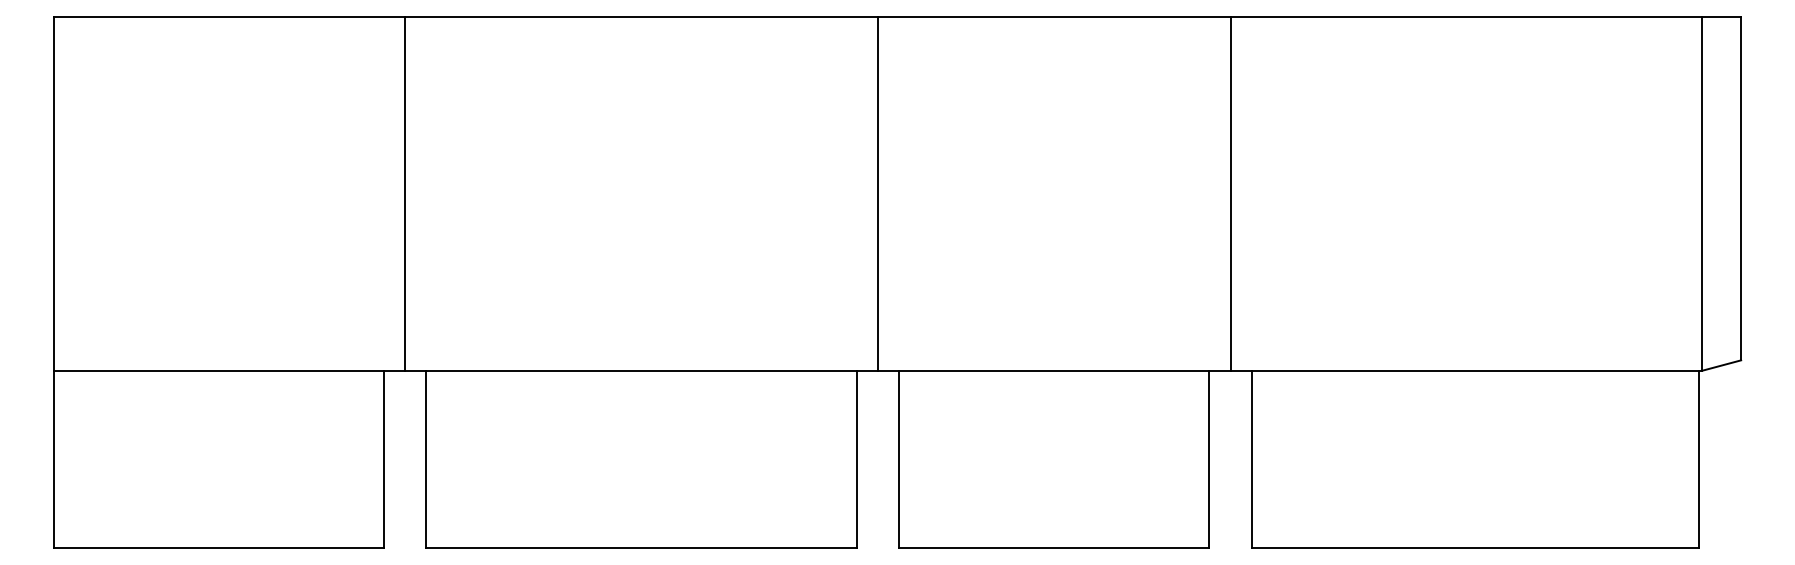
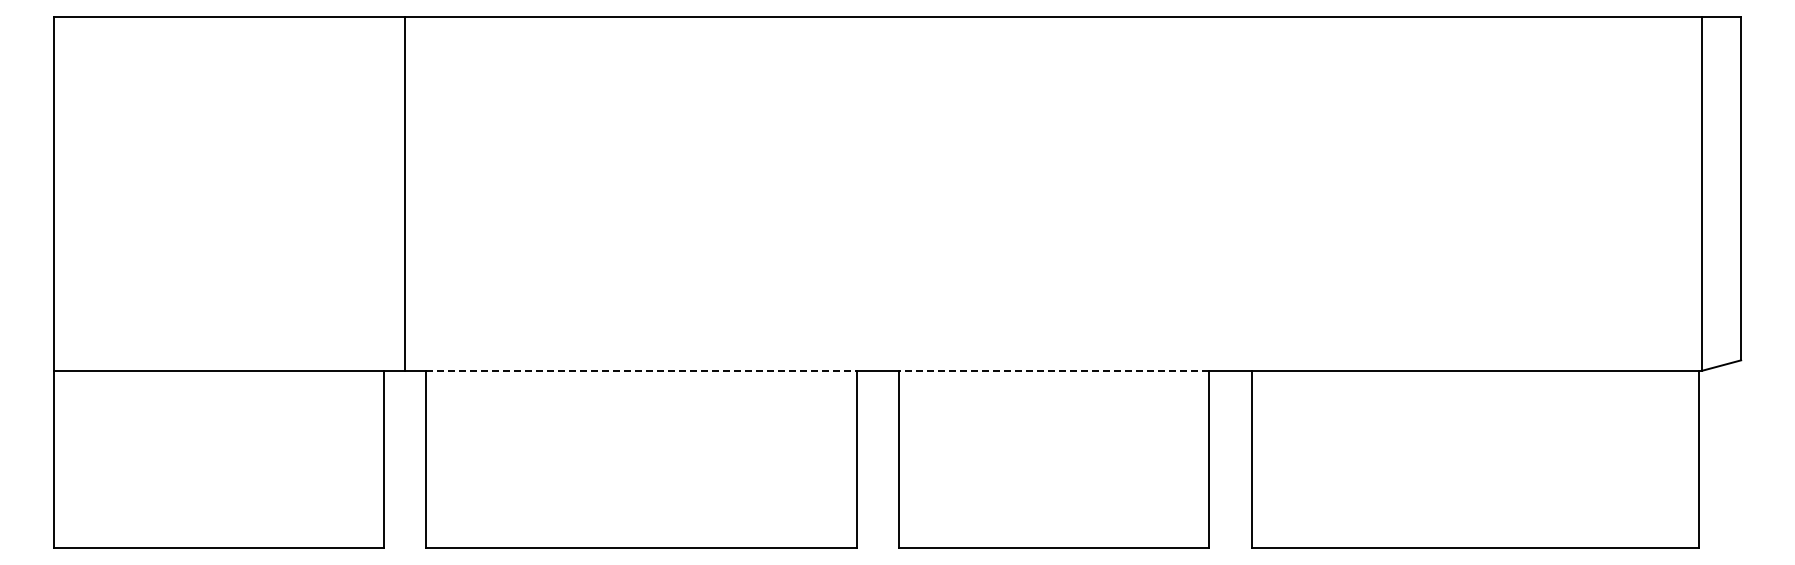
line at (878, 193): present -> none
line at (1230, 193): present -> none
line at (641, 370): solid -> dashed
line at (1053, 370): solid -> dashed
